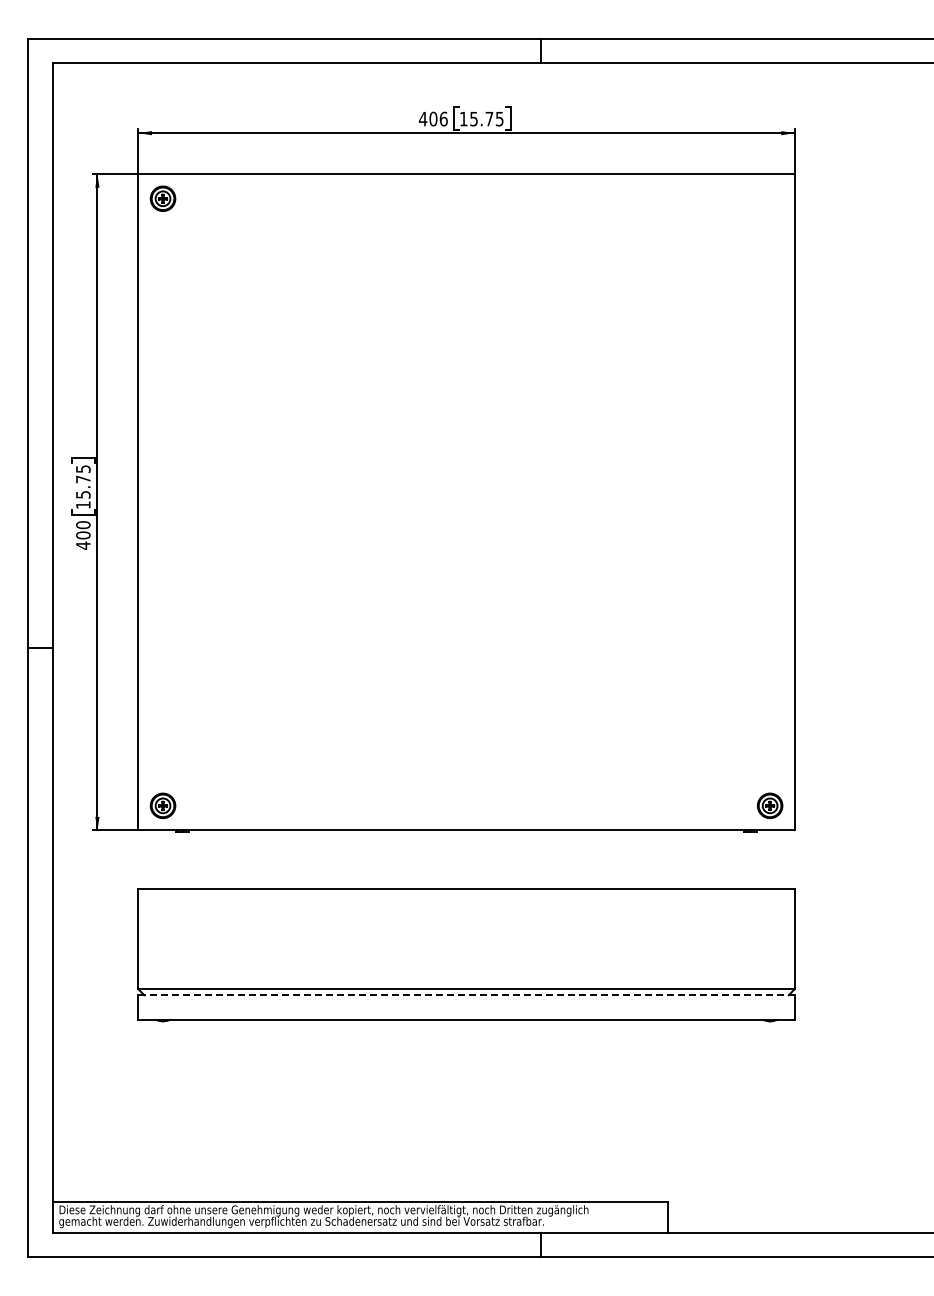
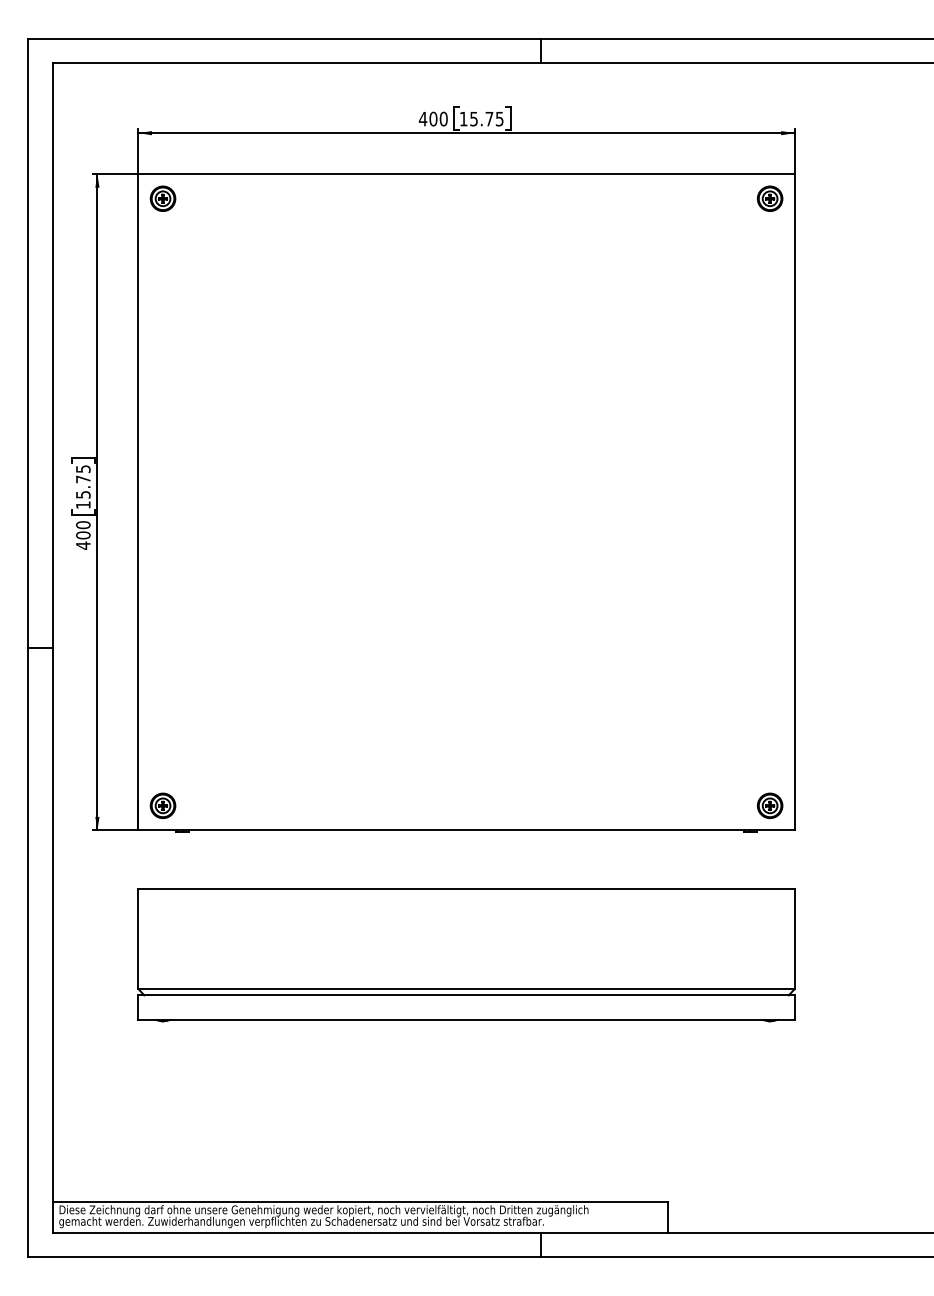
text at (443, 118): 406 -> 400
part at (769, 198): none -> present
line at (466, 995): dashed -> solid
